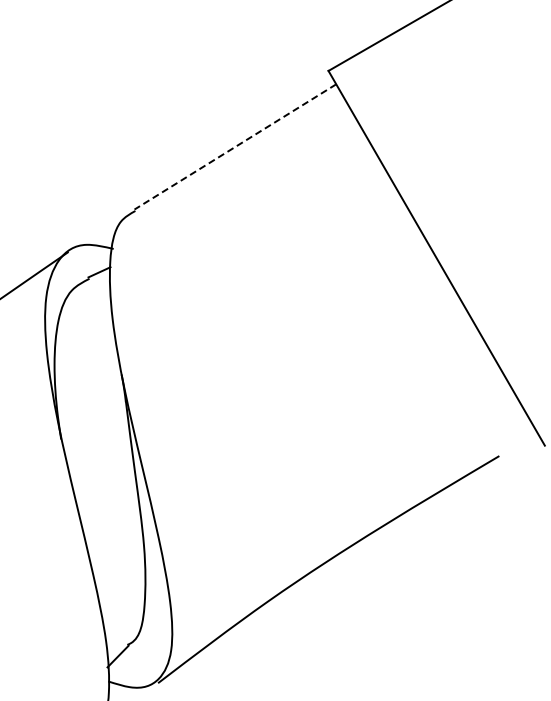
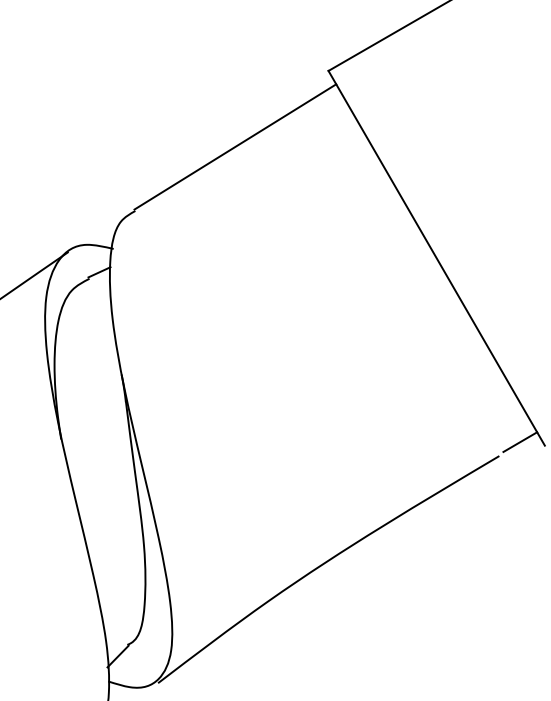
line at (235, 146): dashed -> solid
line at (520, 441): none -> present
